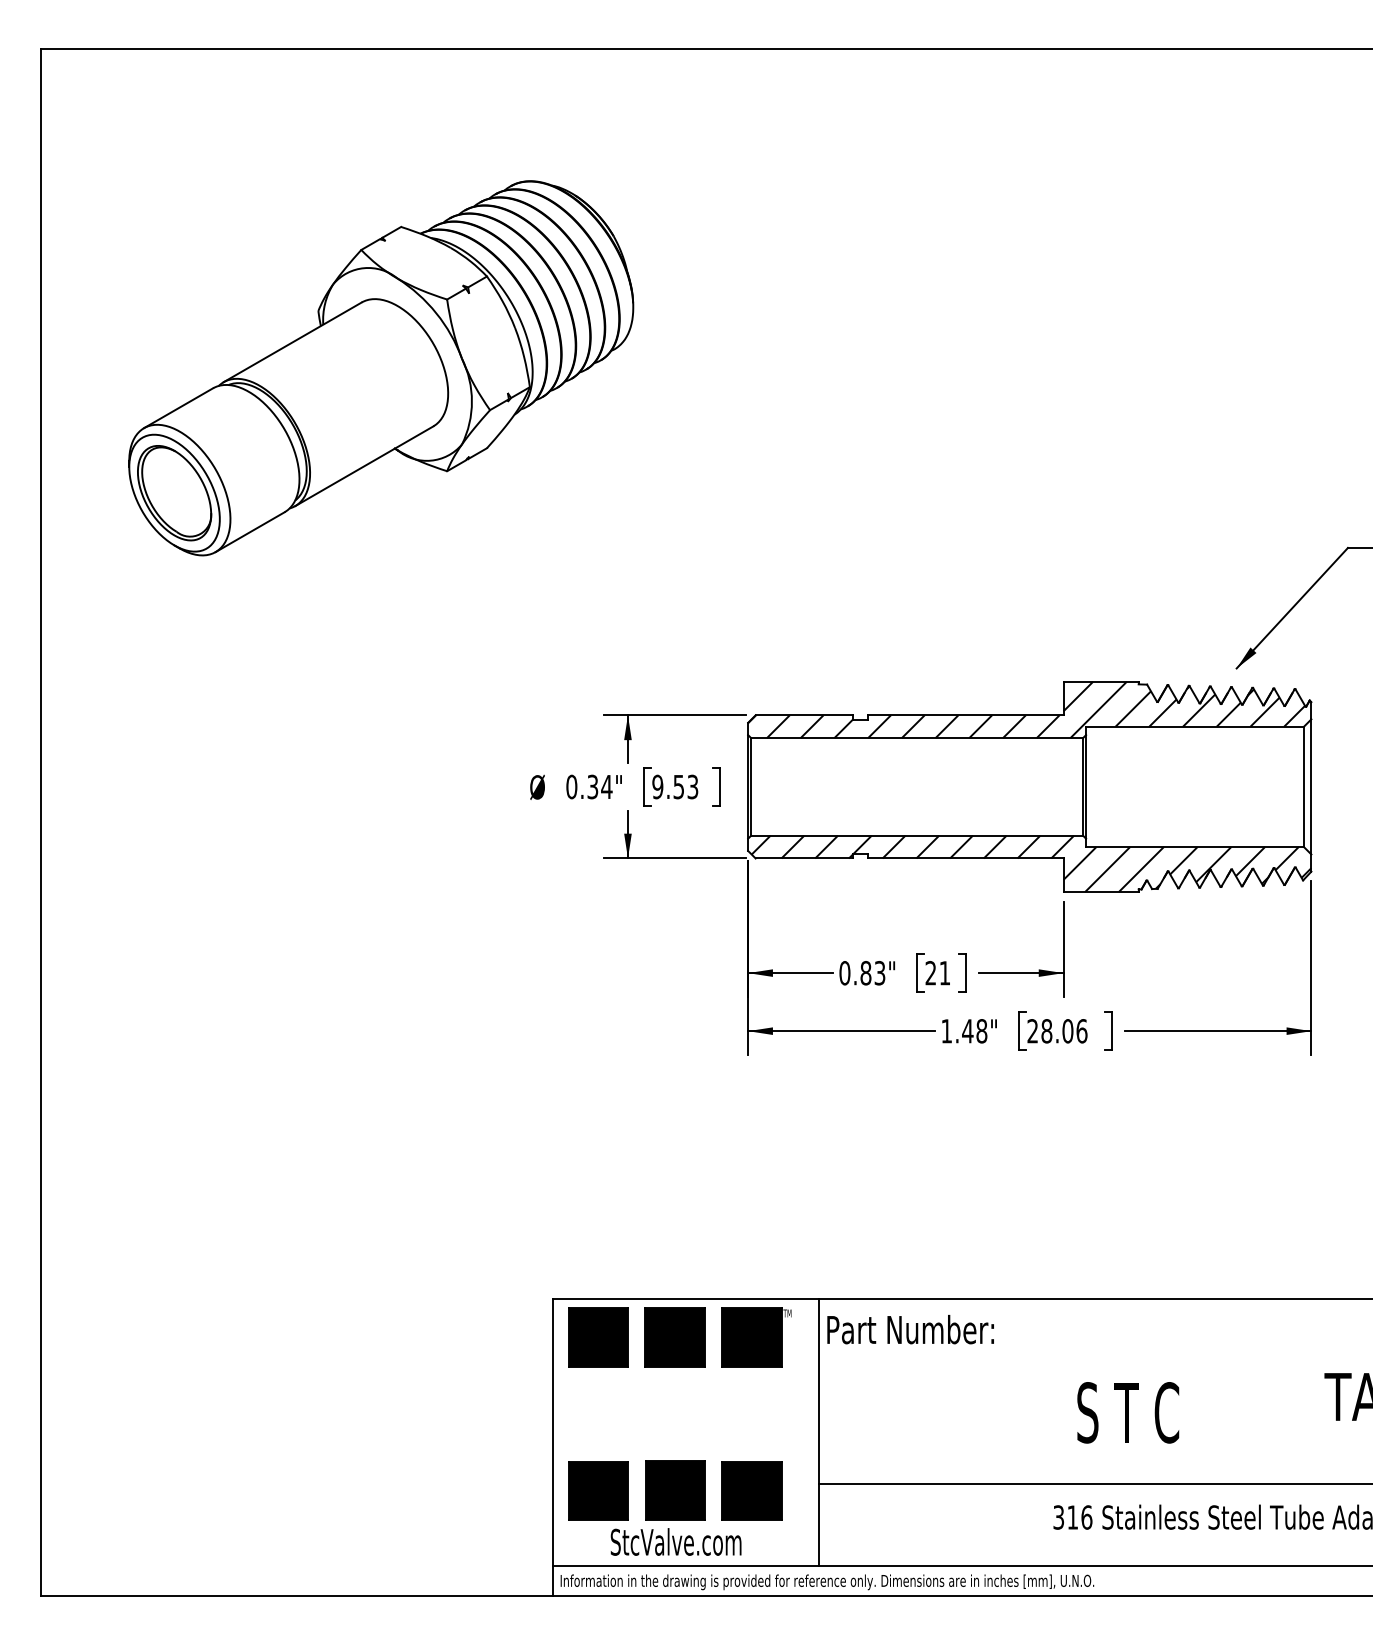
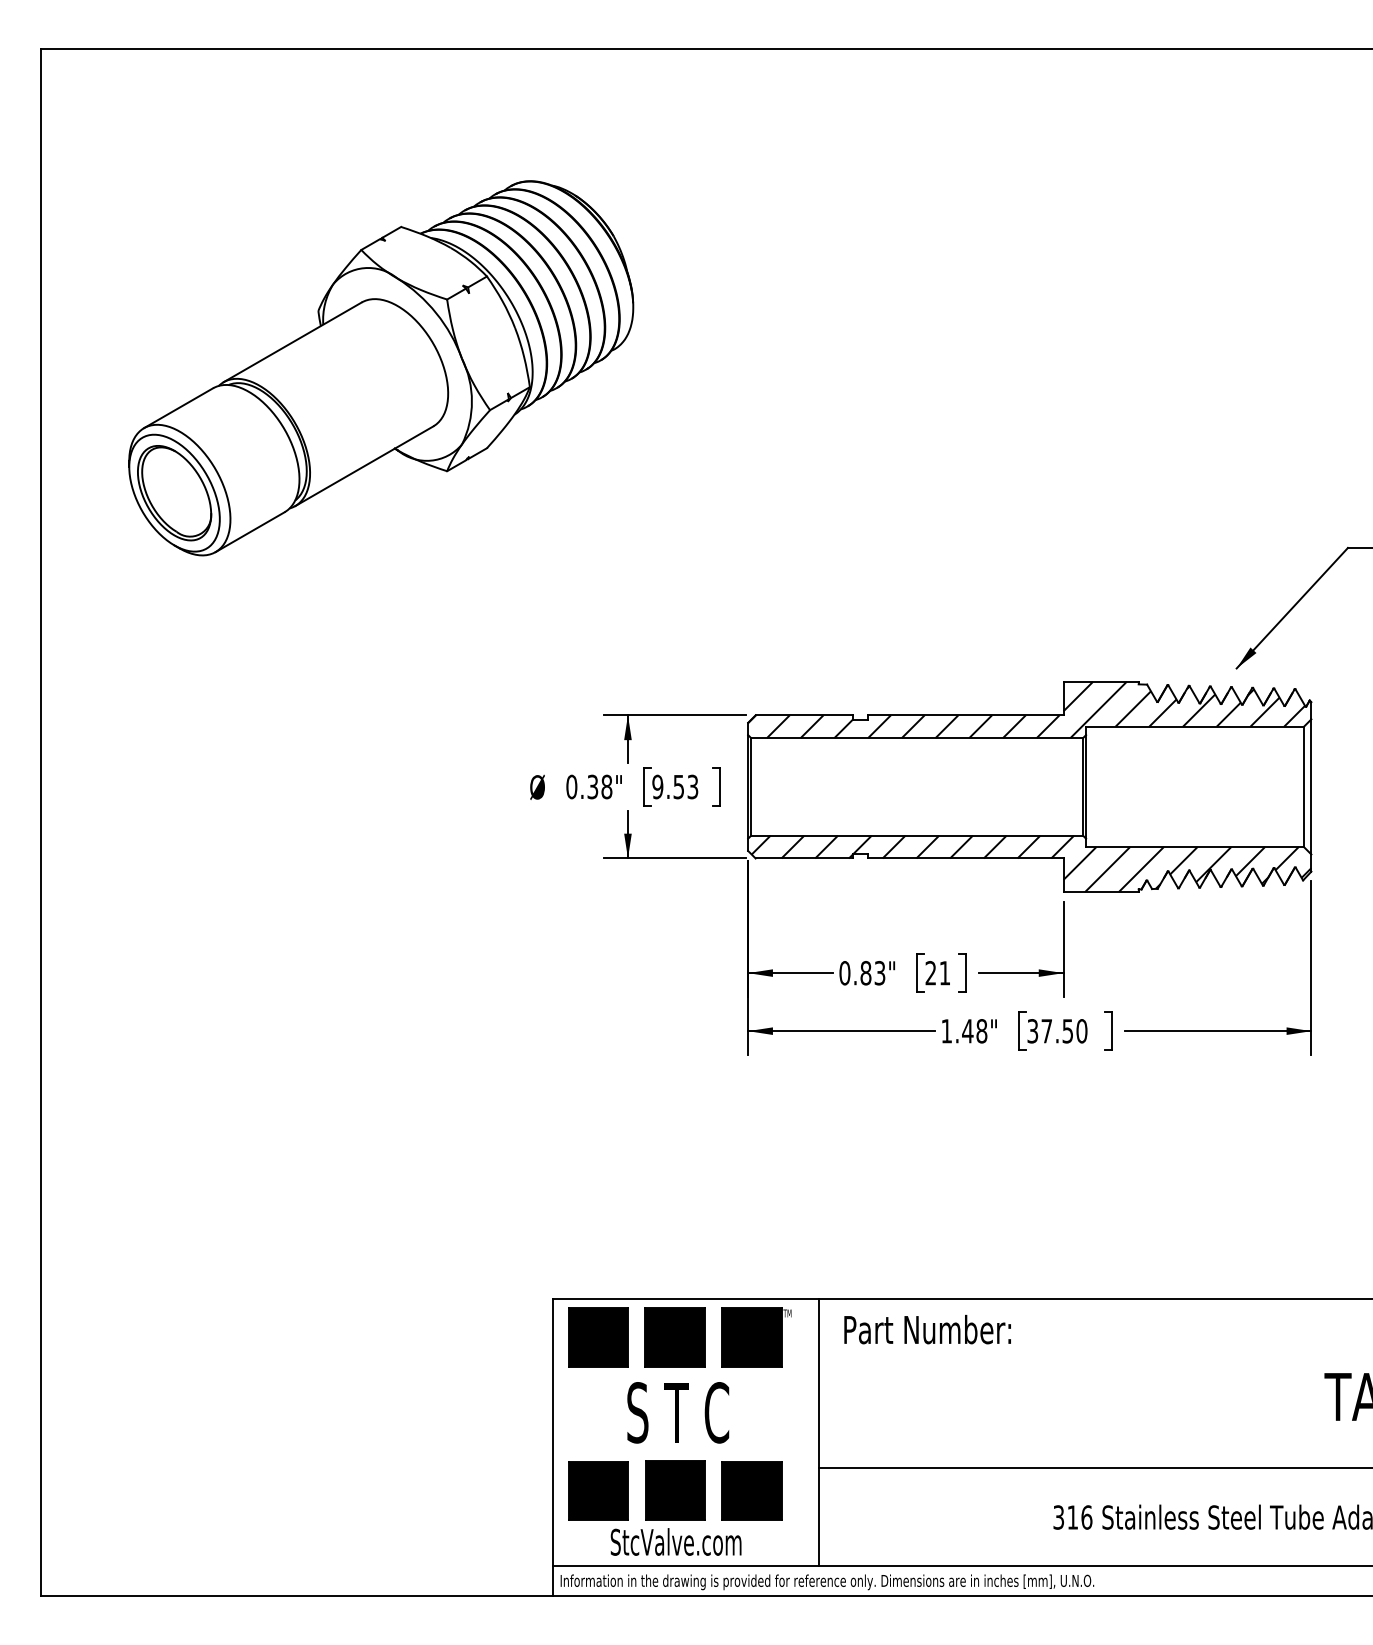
text at (606, 786): 0.34" -> 0.38"
text at (1057, 1031): 28.06 -> 37.50
text at (910, 1329) position: (910, 1329) -> (927, 1329)
text at (1128, 1412) position: (1128, 1412) -> (678, 1412)
line at (1094, 1483) position: (1094, 1483) -> (1094, 1467)
